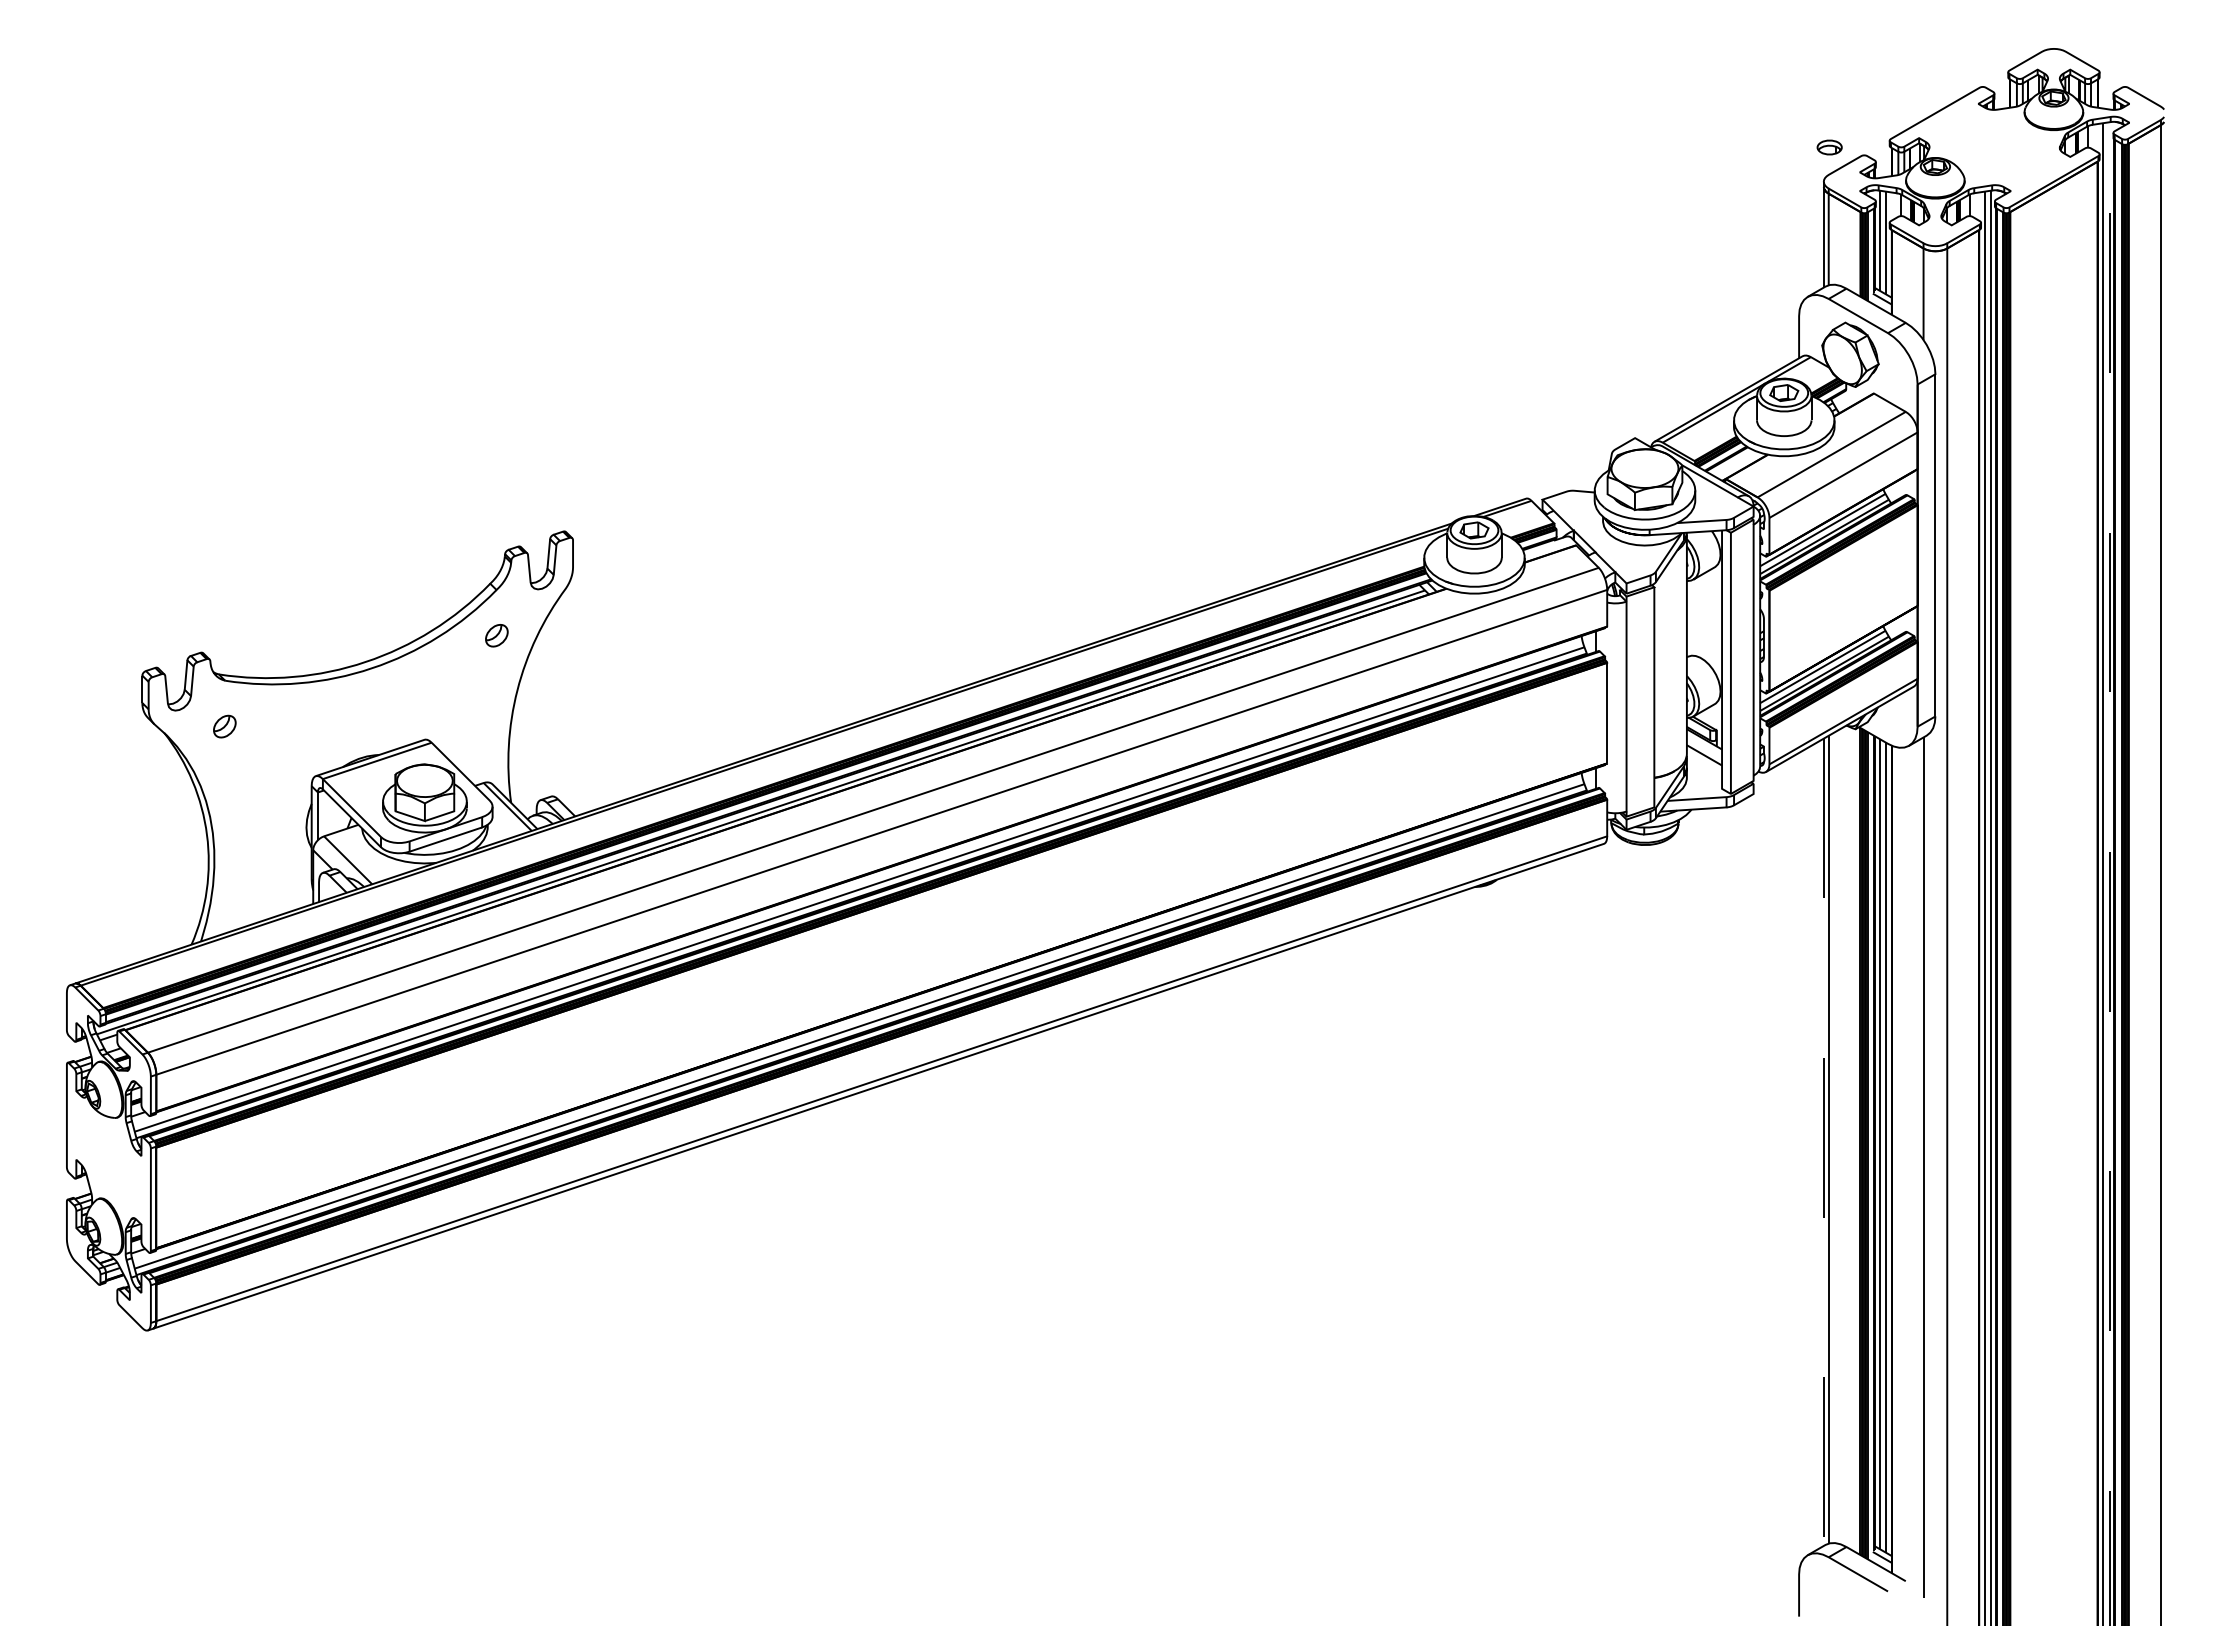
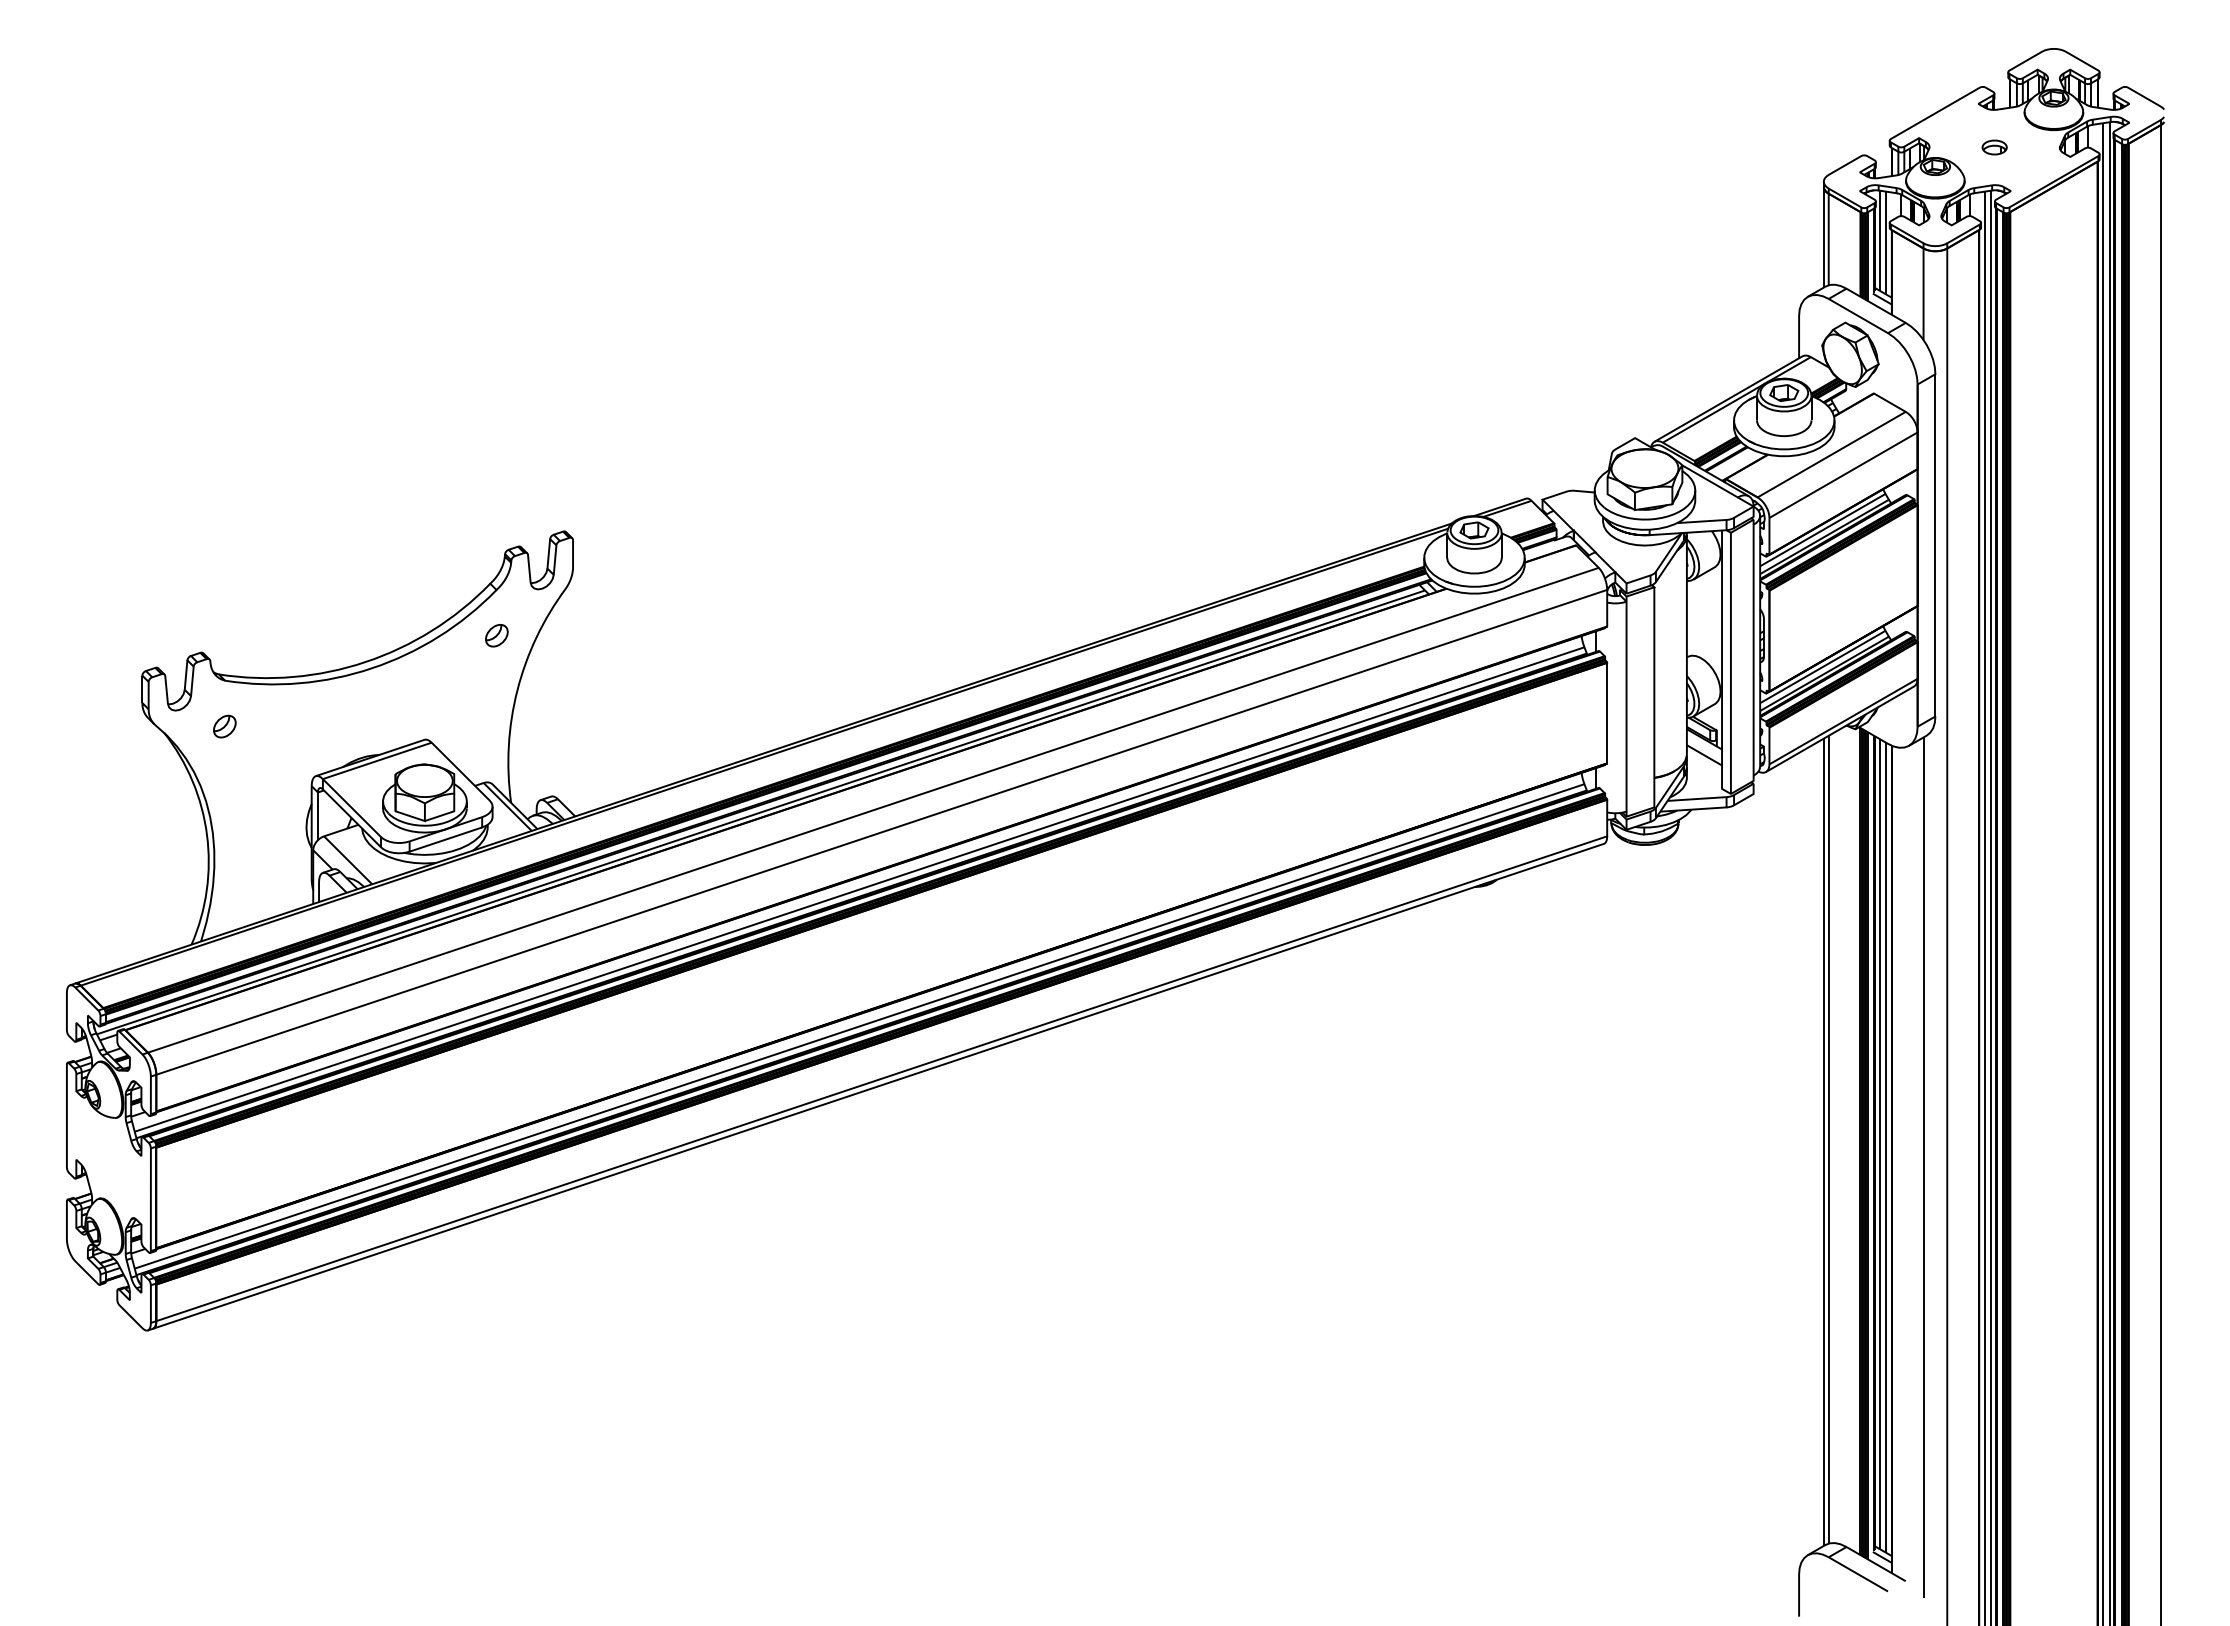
part at (1829, 147) position: (1829, 147) -> (1994, 147)
line at (2109, 873): dashed -> solid
line at (1823, 1142): dashed -> solid
